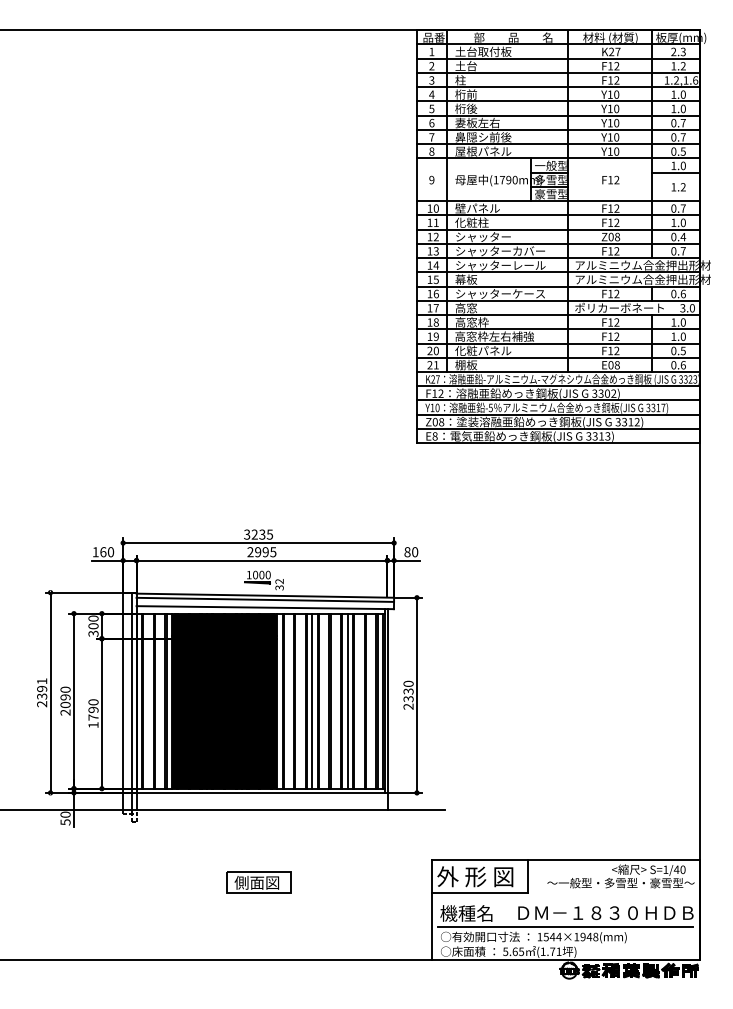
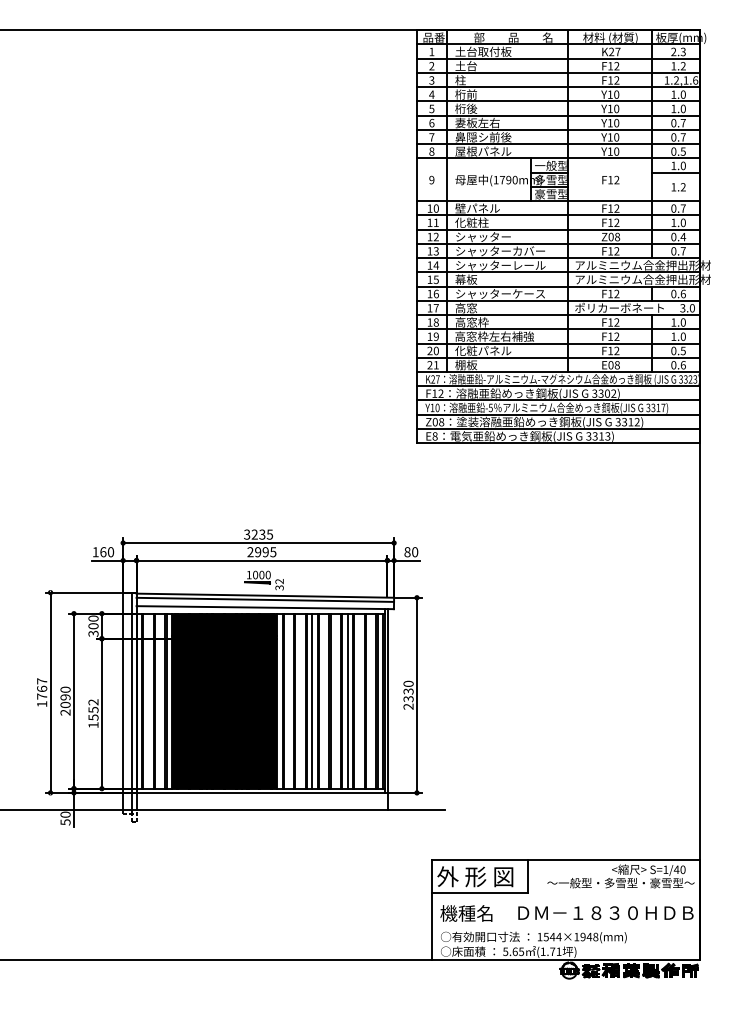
text at (42, 692): 2391 -> 1767
text at (93, 709): 1790 -> 1552
part at (258, 882): present -> none
line at (565, 926): present -> none
